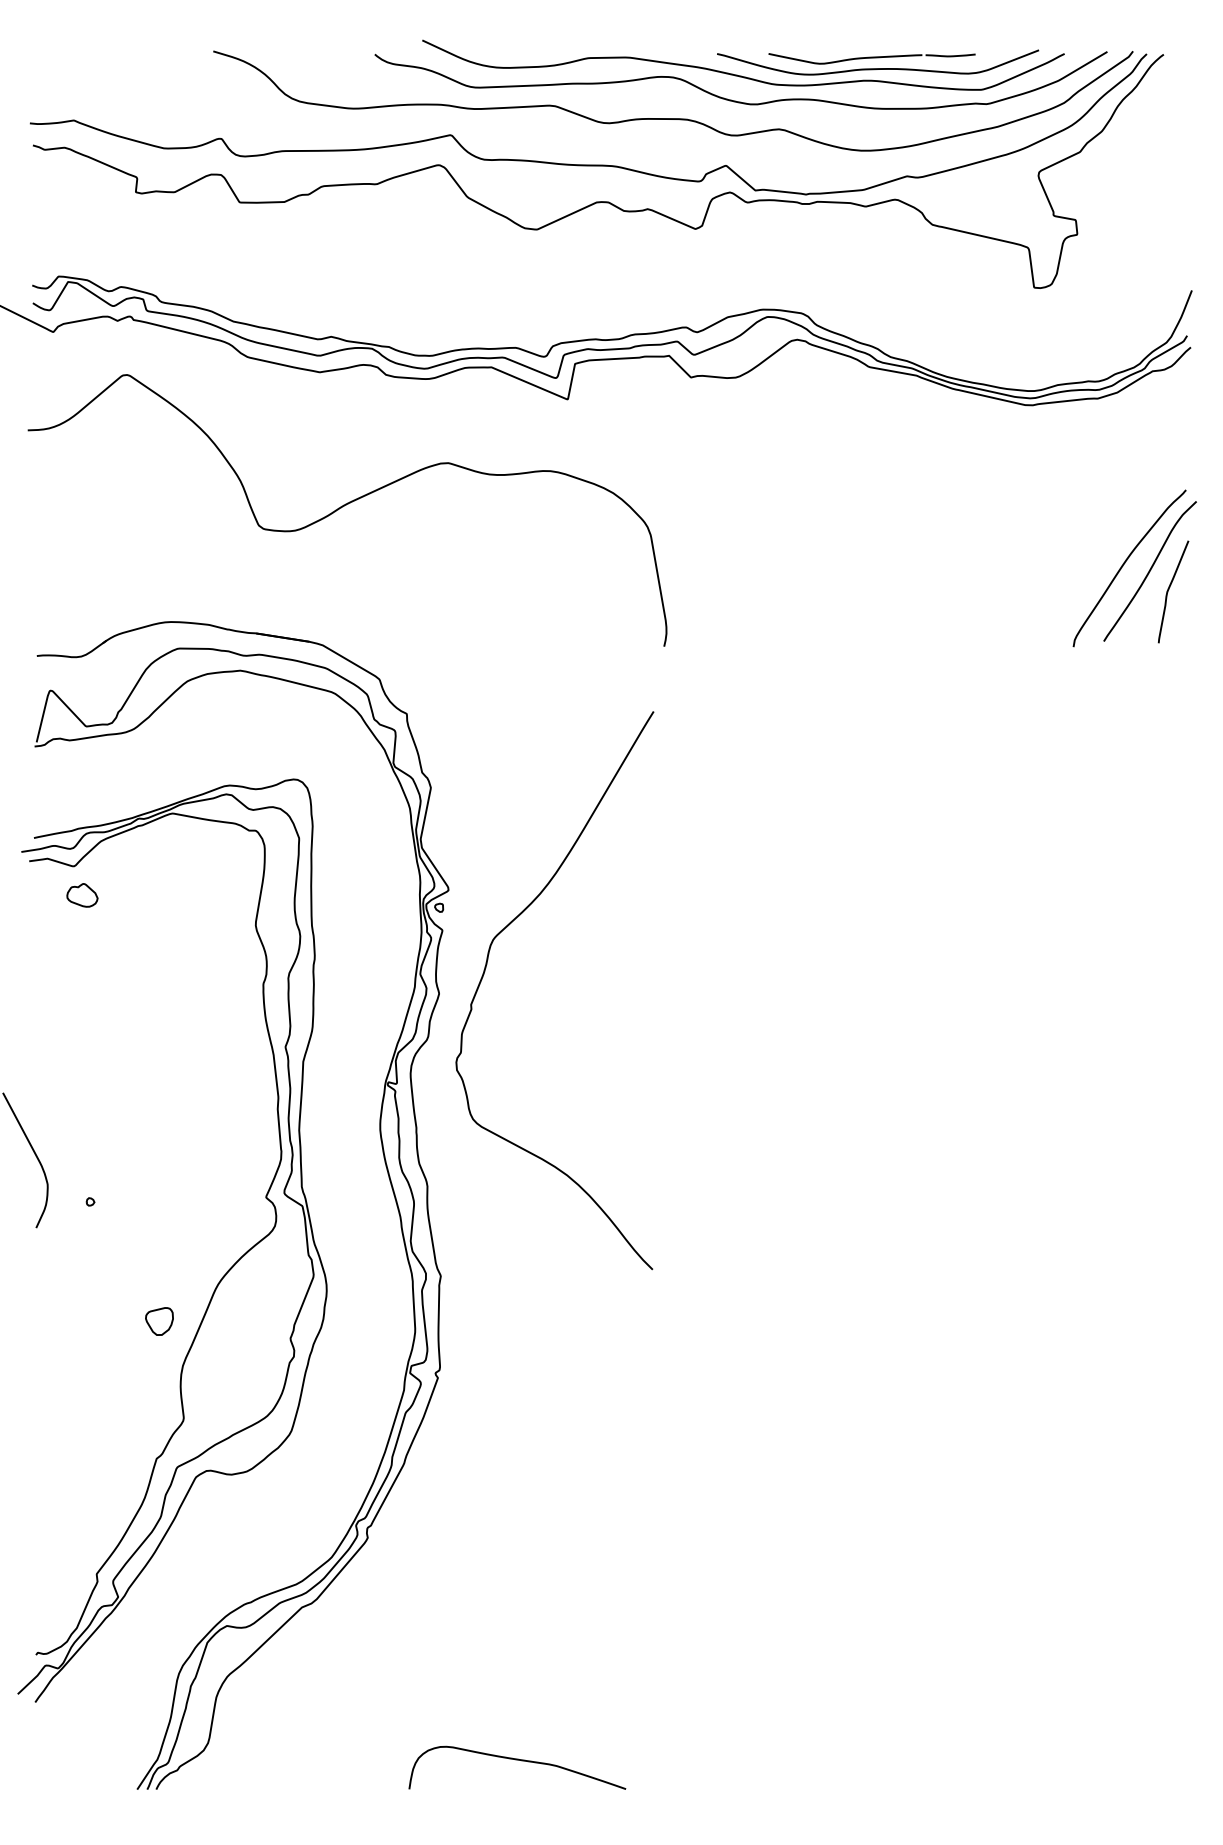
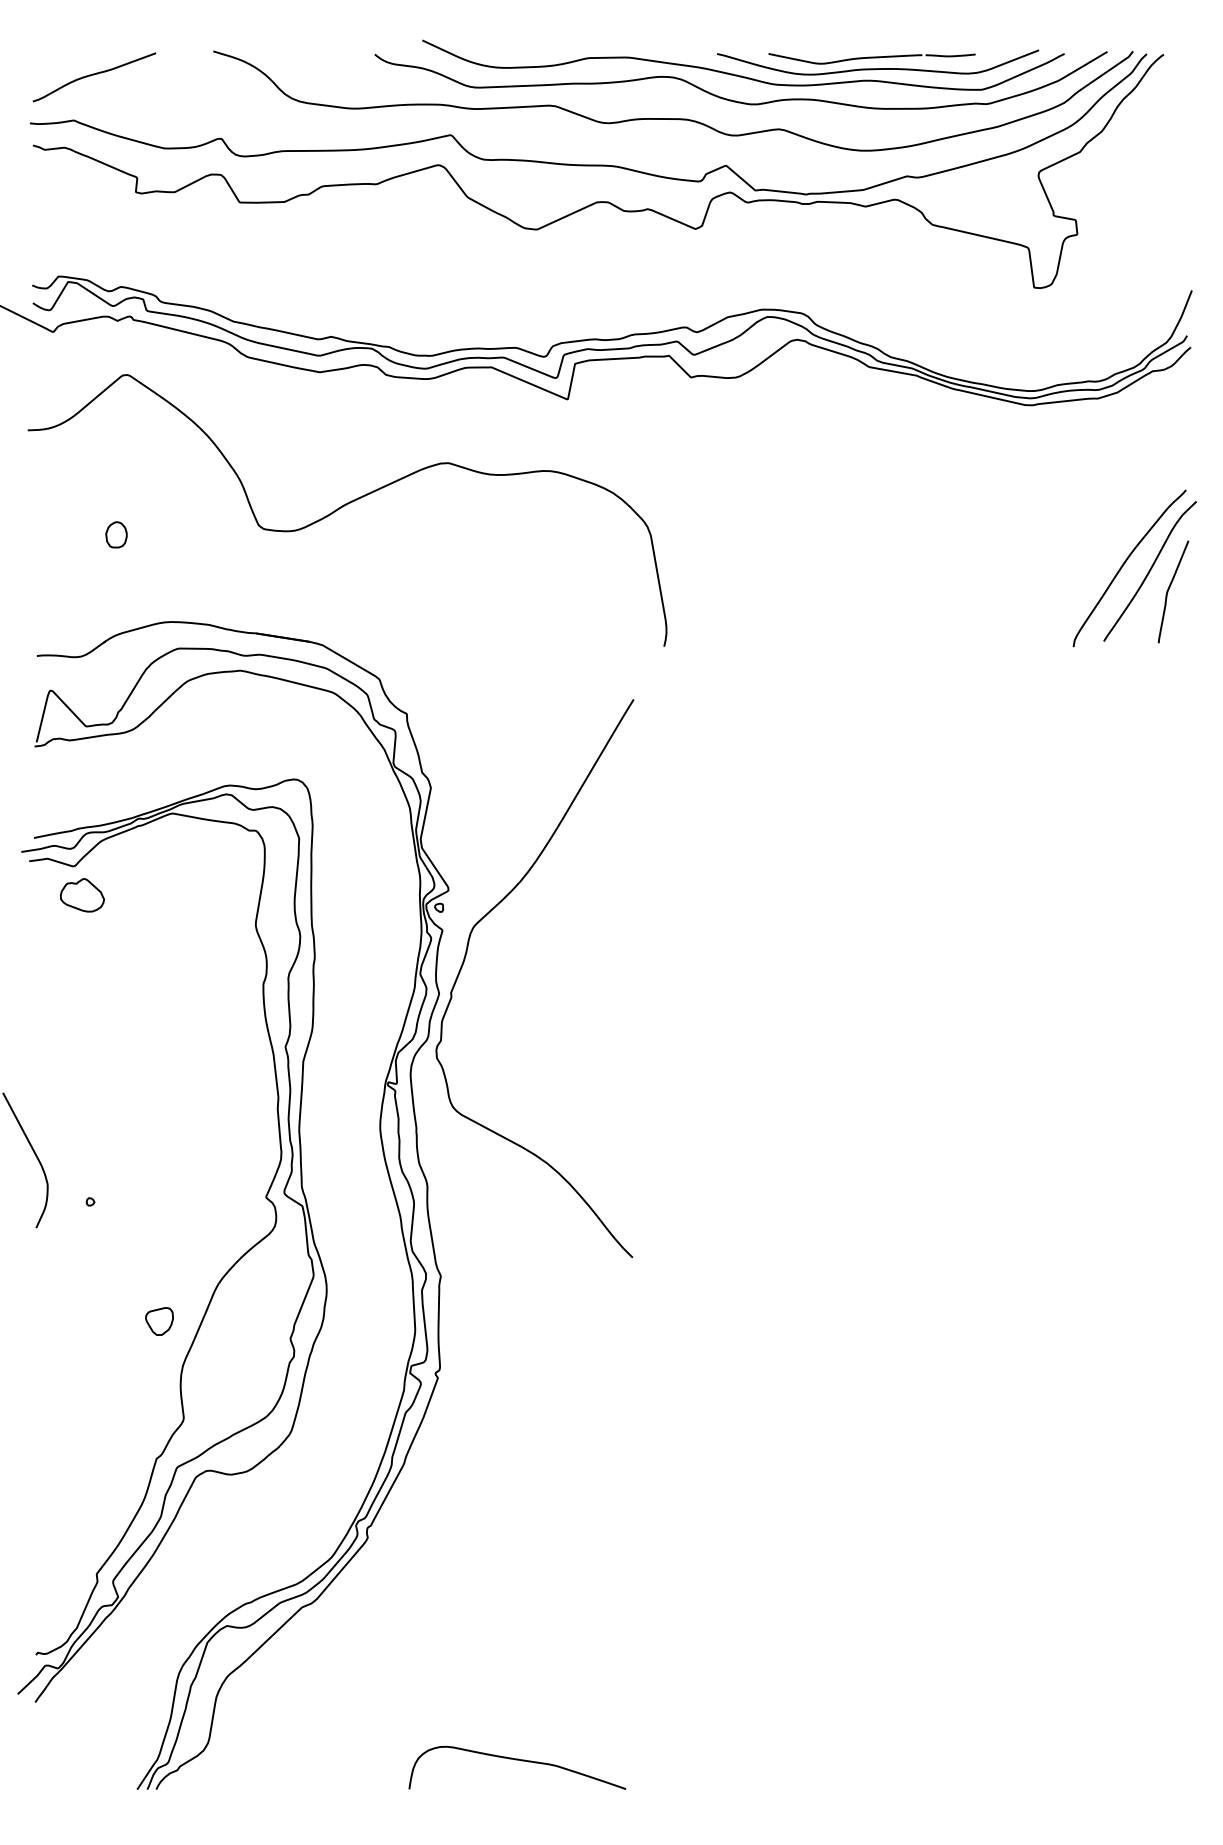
curve at (94, 75): none -> present
part at (116, 534): none -> present
part at (82, 895) size: 33x25 px -> 47x35 px
curve at (486, 968) position: (486, 968) -> (466, 956)
